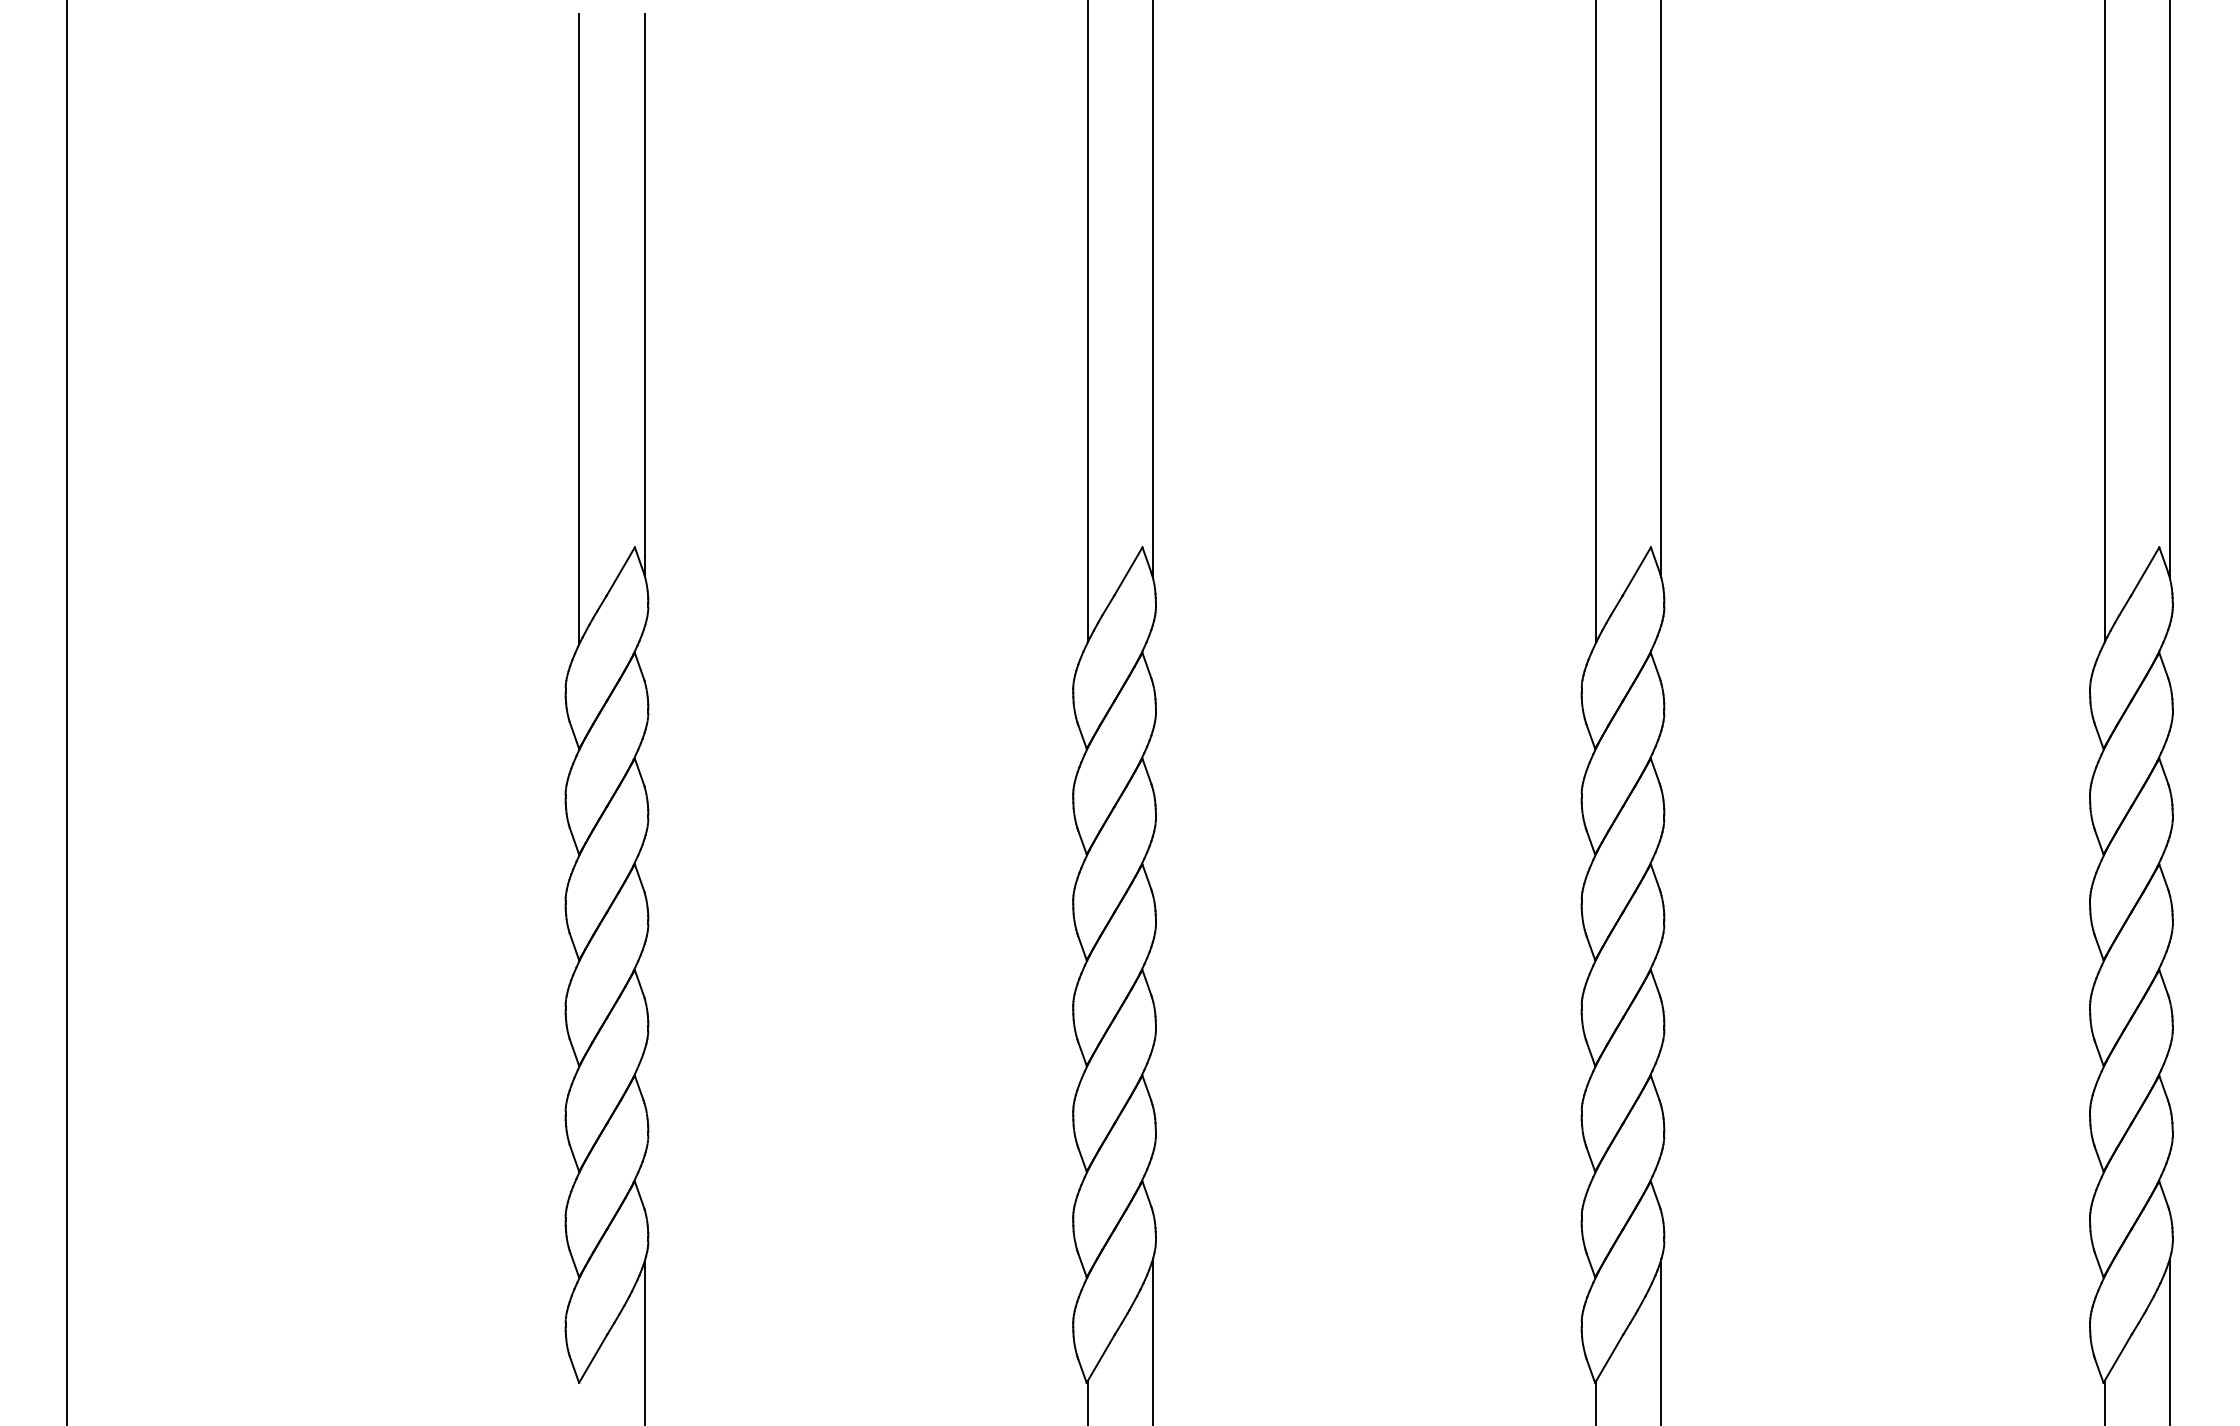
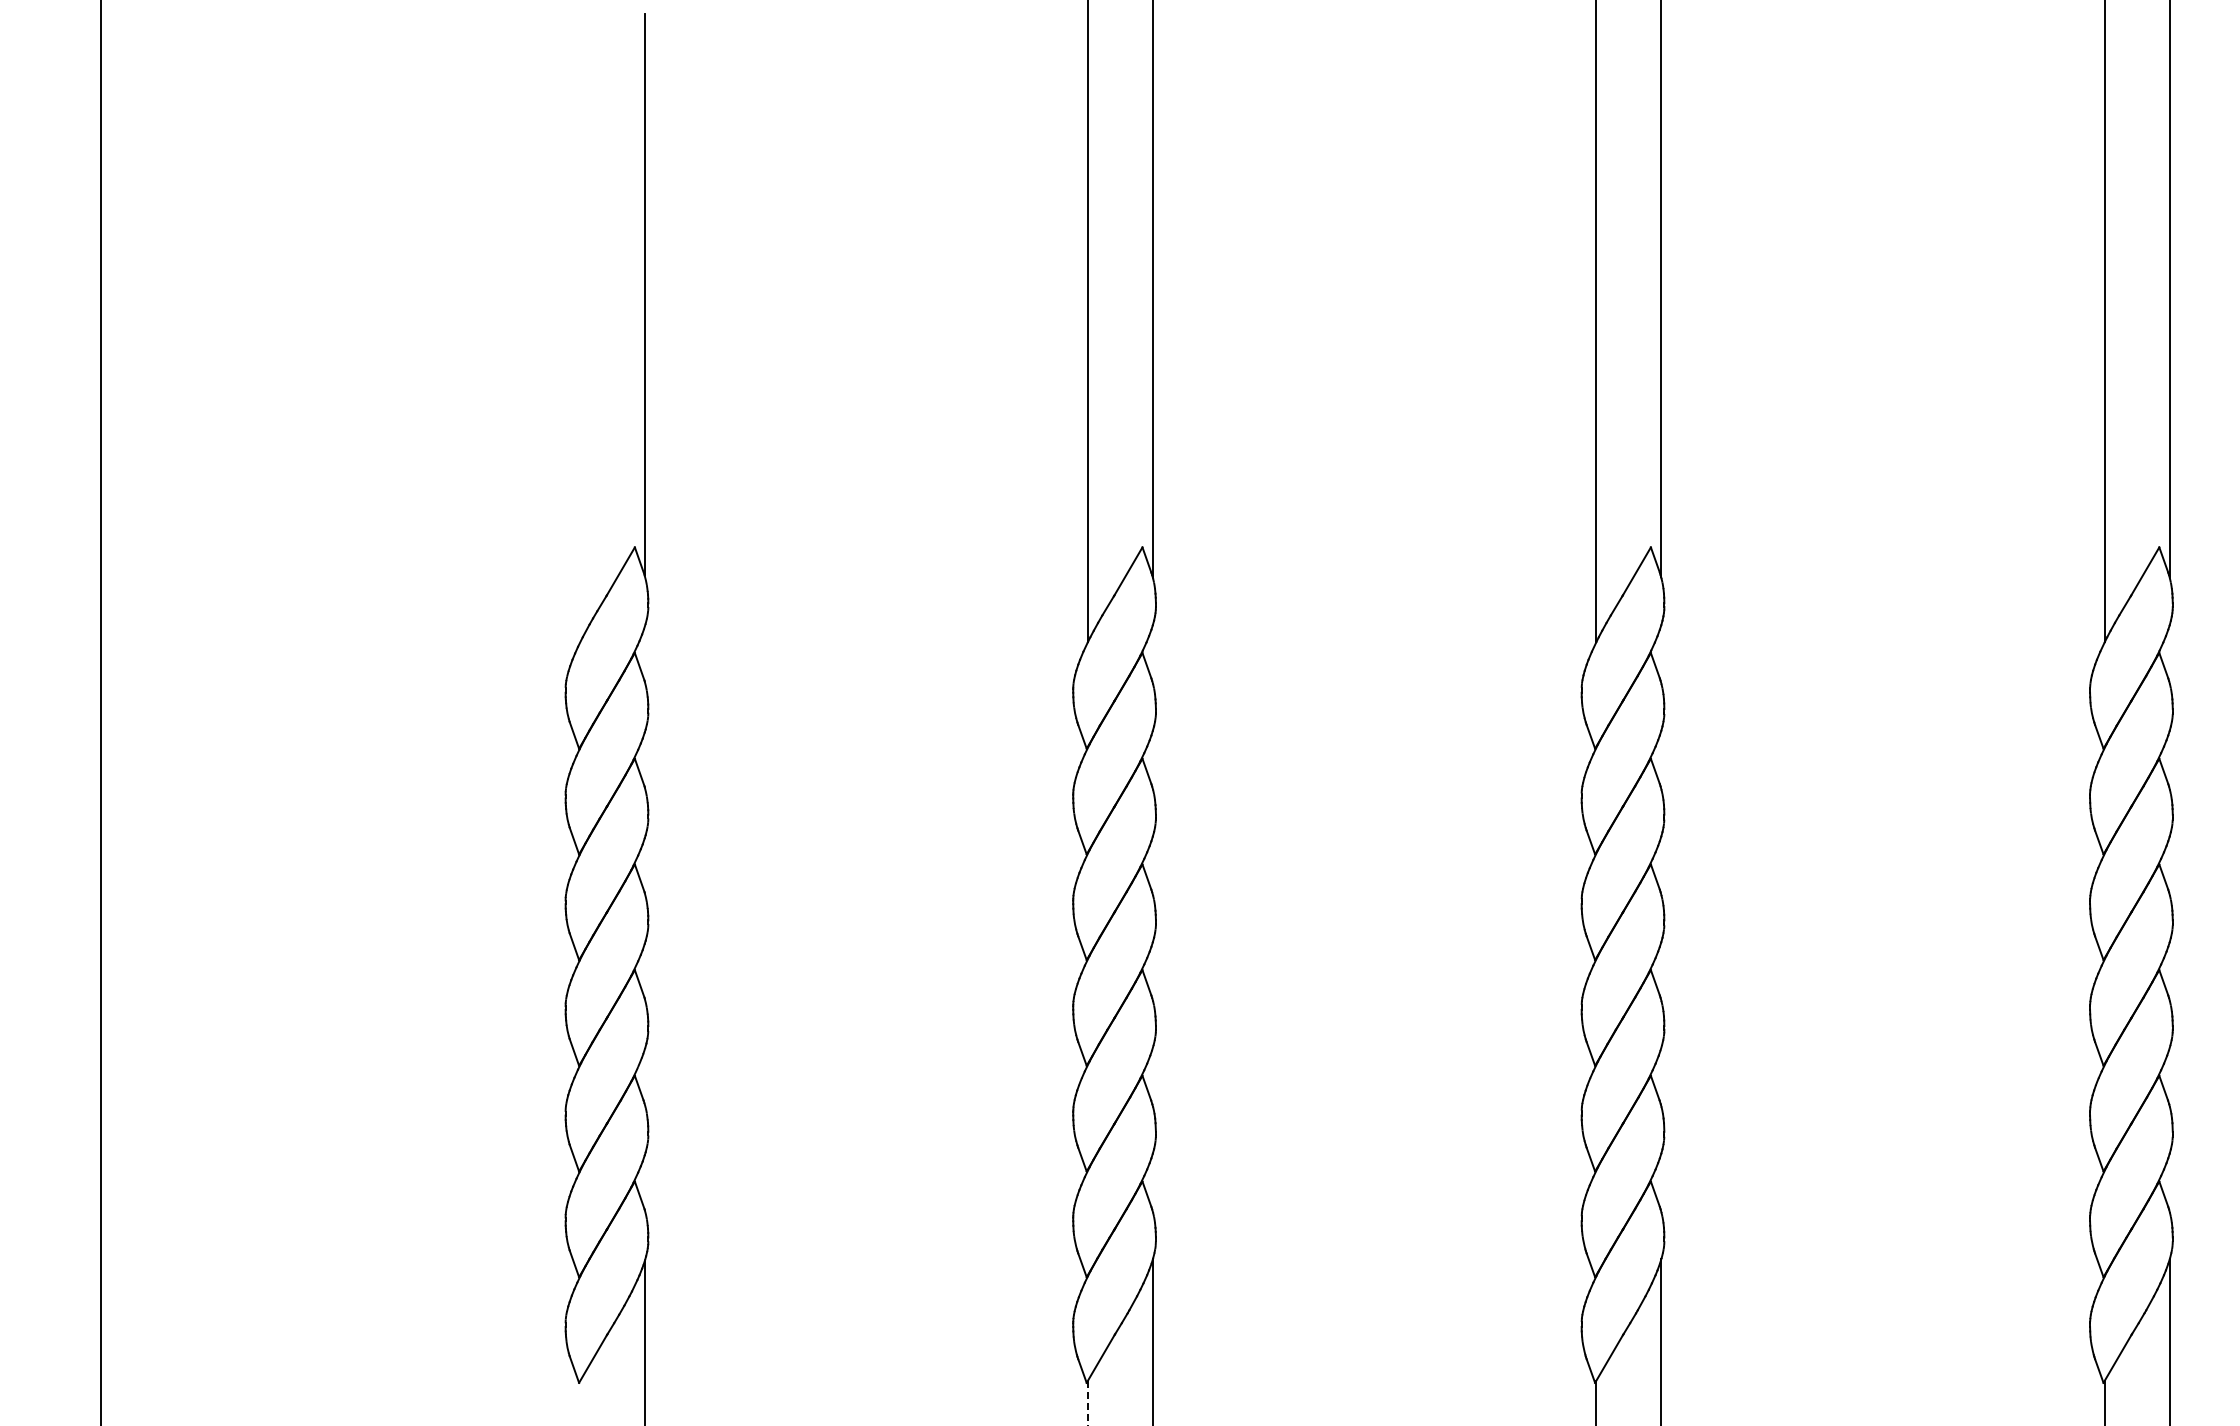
line at (579, 329): present -> none
line at (67, 712) position: (67, 712) -> (101, 712)
line at (1087, 1403): solid -> dashed
